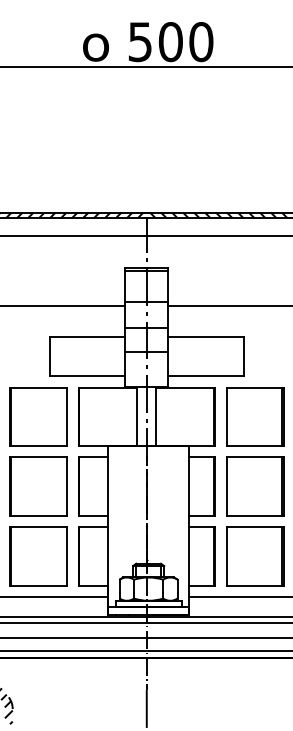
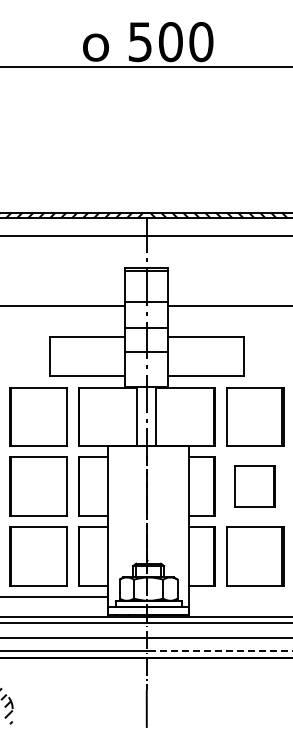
part at (255, 486) size: 59x61 px -> 42x43 px
line at (239, 597): present -> none
line at (220, 650): solid -> dashed
